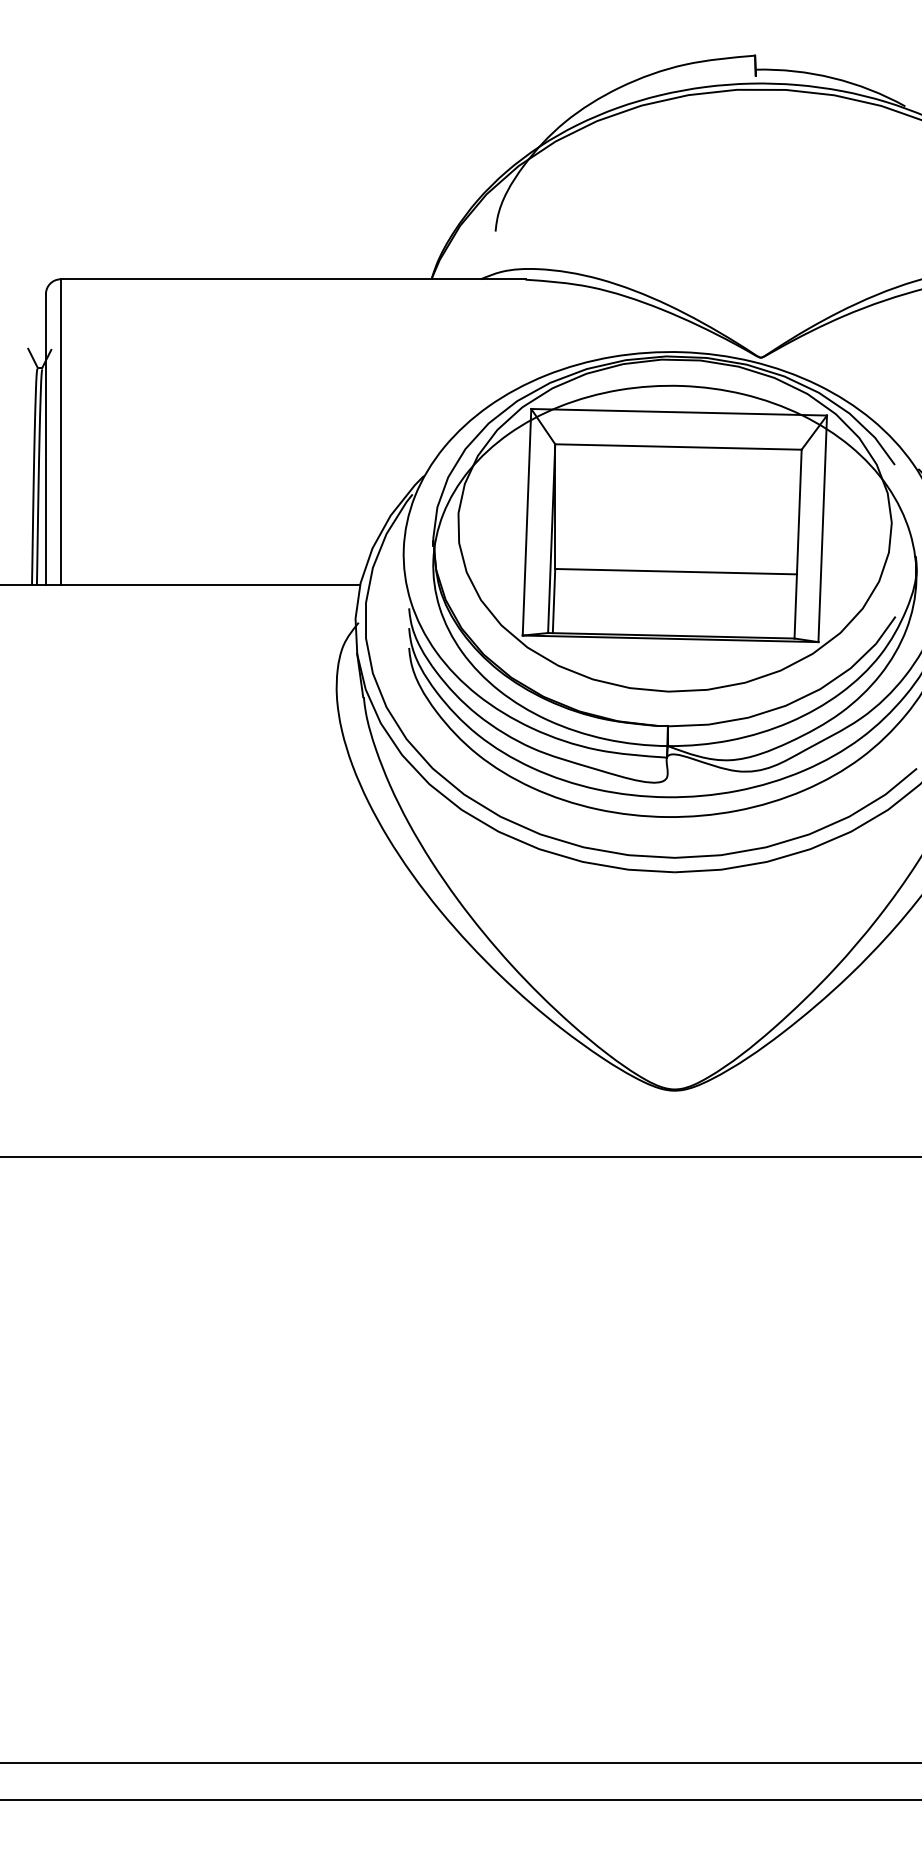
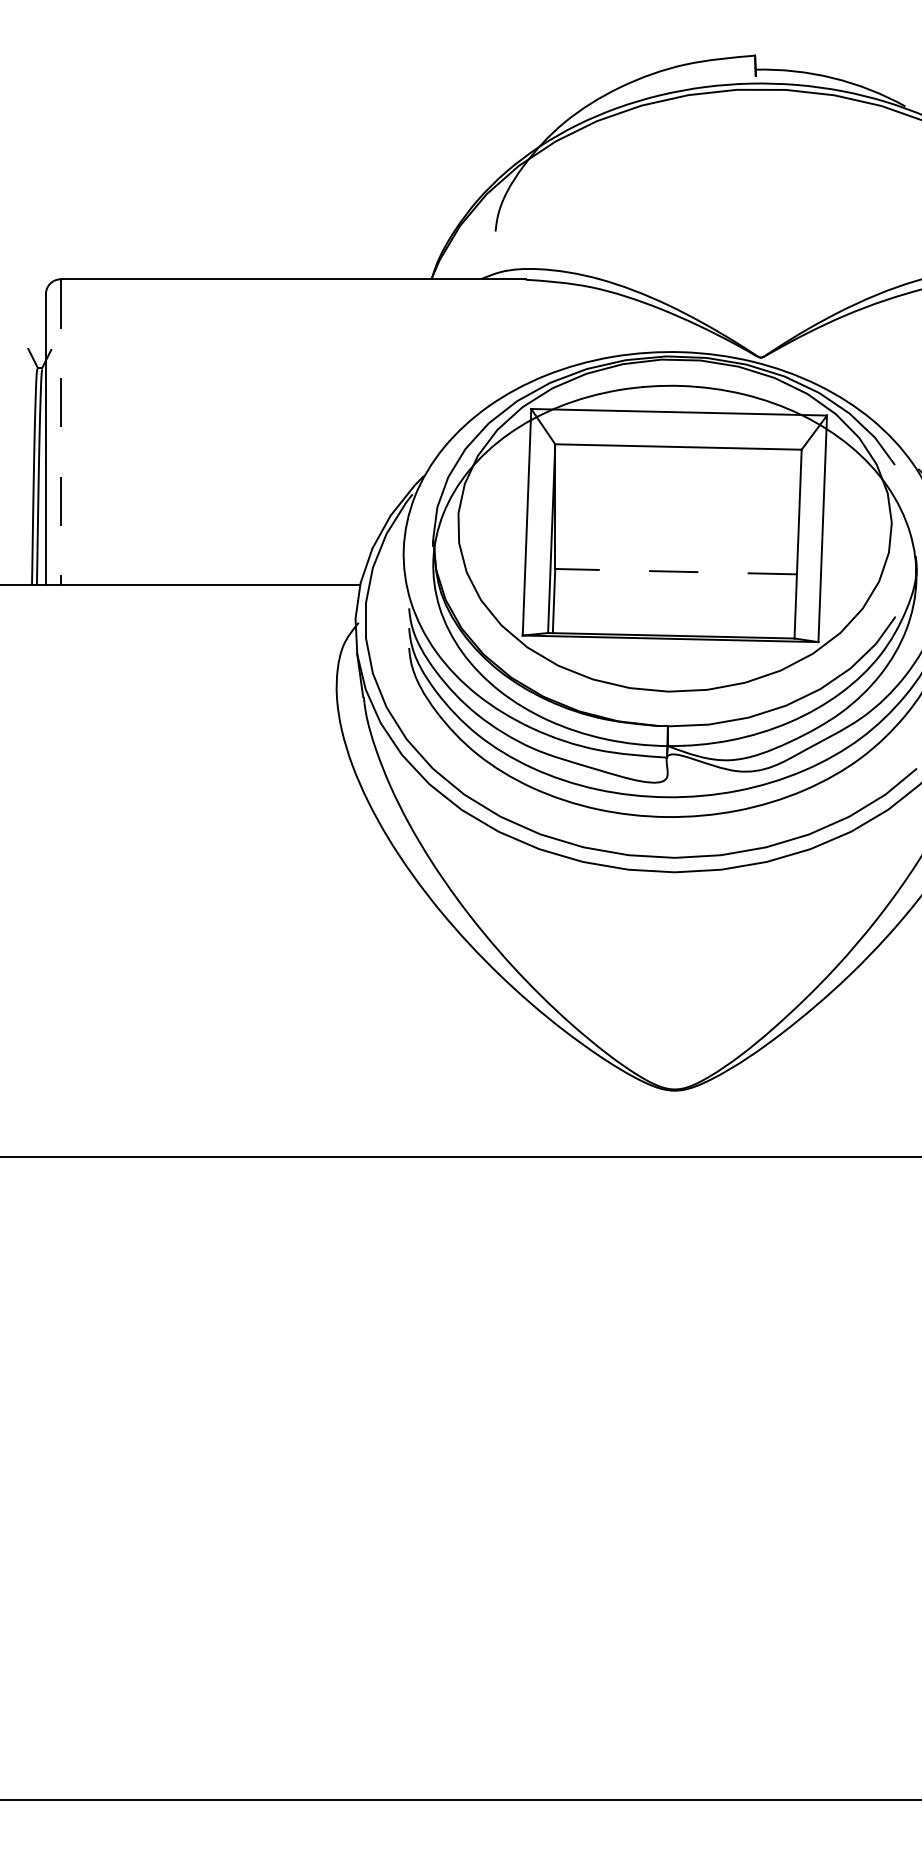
line at (60, 432): solid -> dashed
line at (676, 571): solid -> dashed
line at (460, 1763): present -> none
